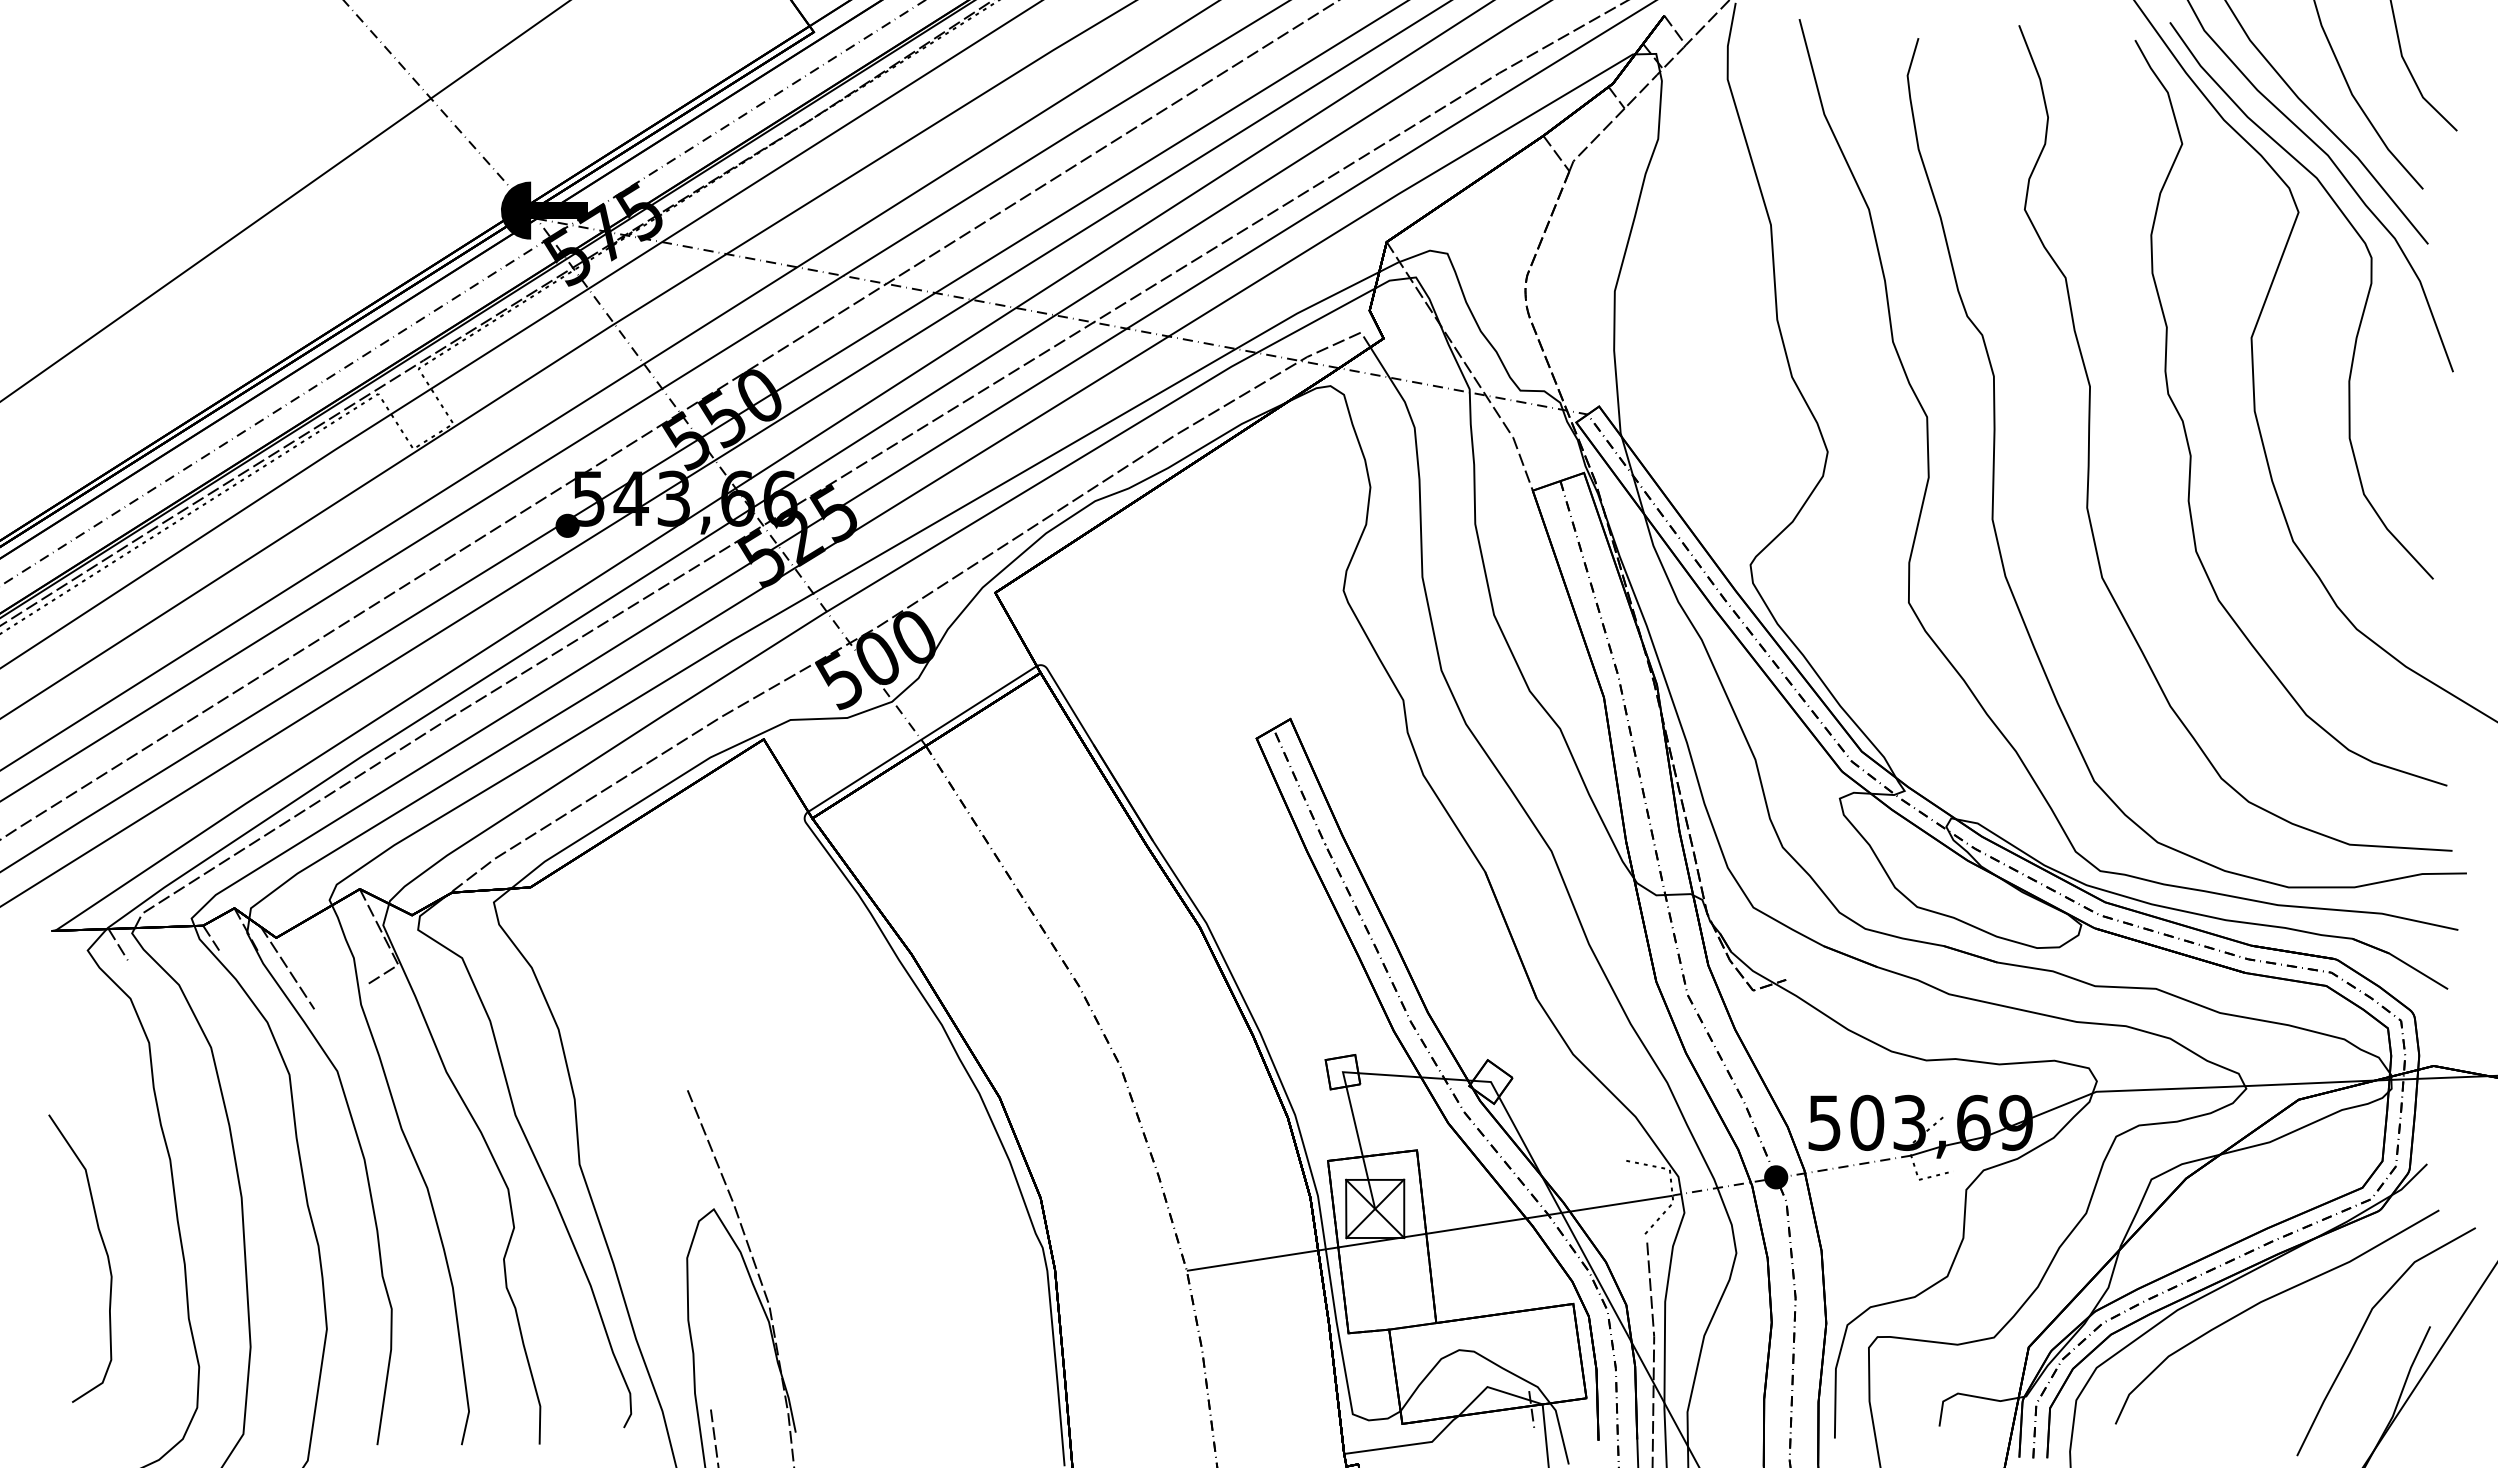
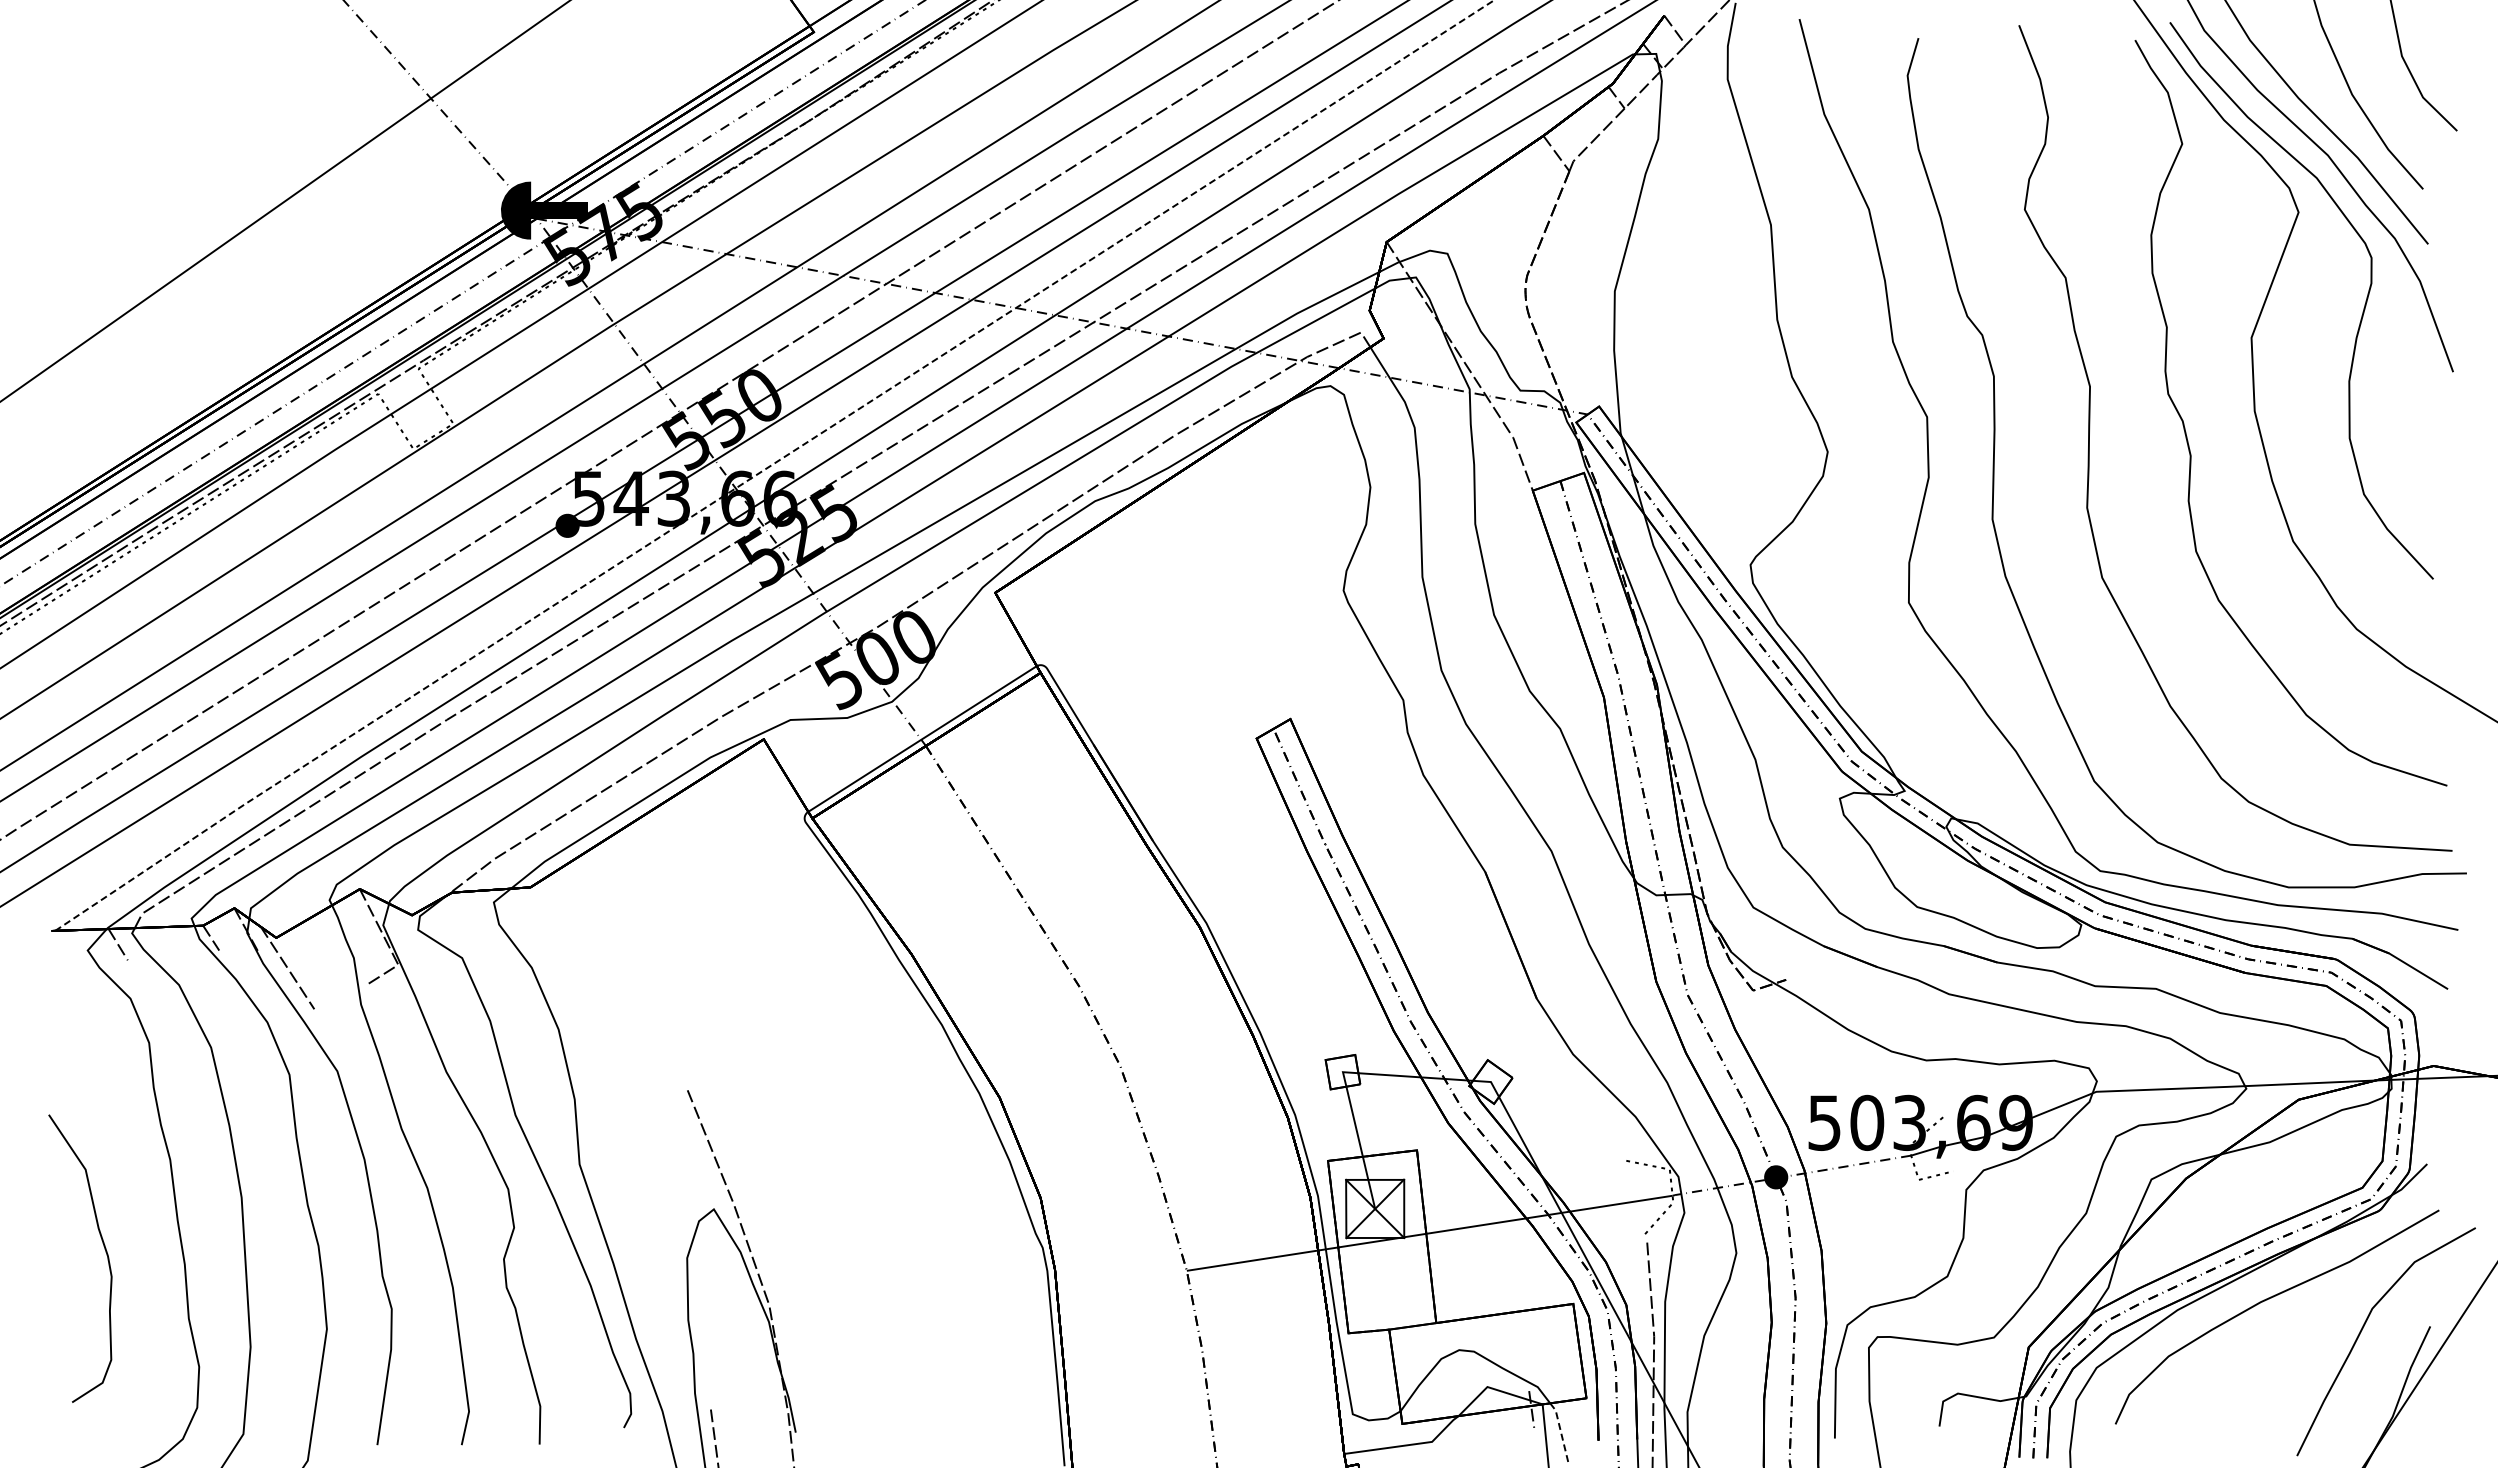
line at (772, 464): solid -> dashed
line at (1561, 1432): solid -> dashed
